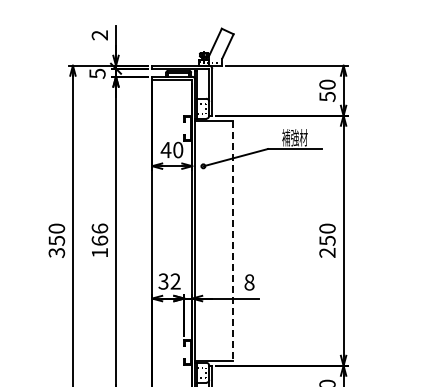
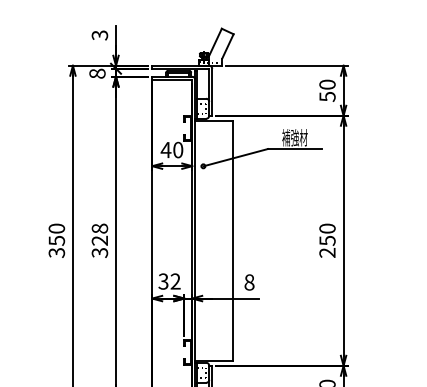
text at (100, 35): 2 -> 3
text at (97, 73): 5 -> 8
text at (99, 240): 166 -> 328
line at (233, 241): dashed -> solid
